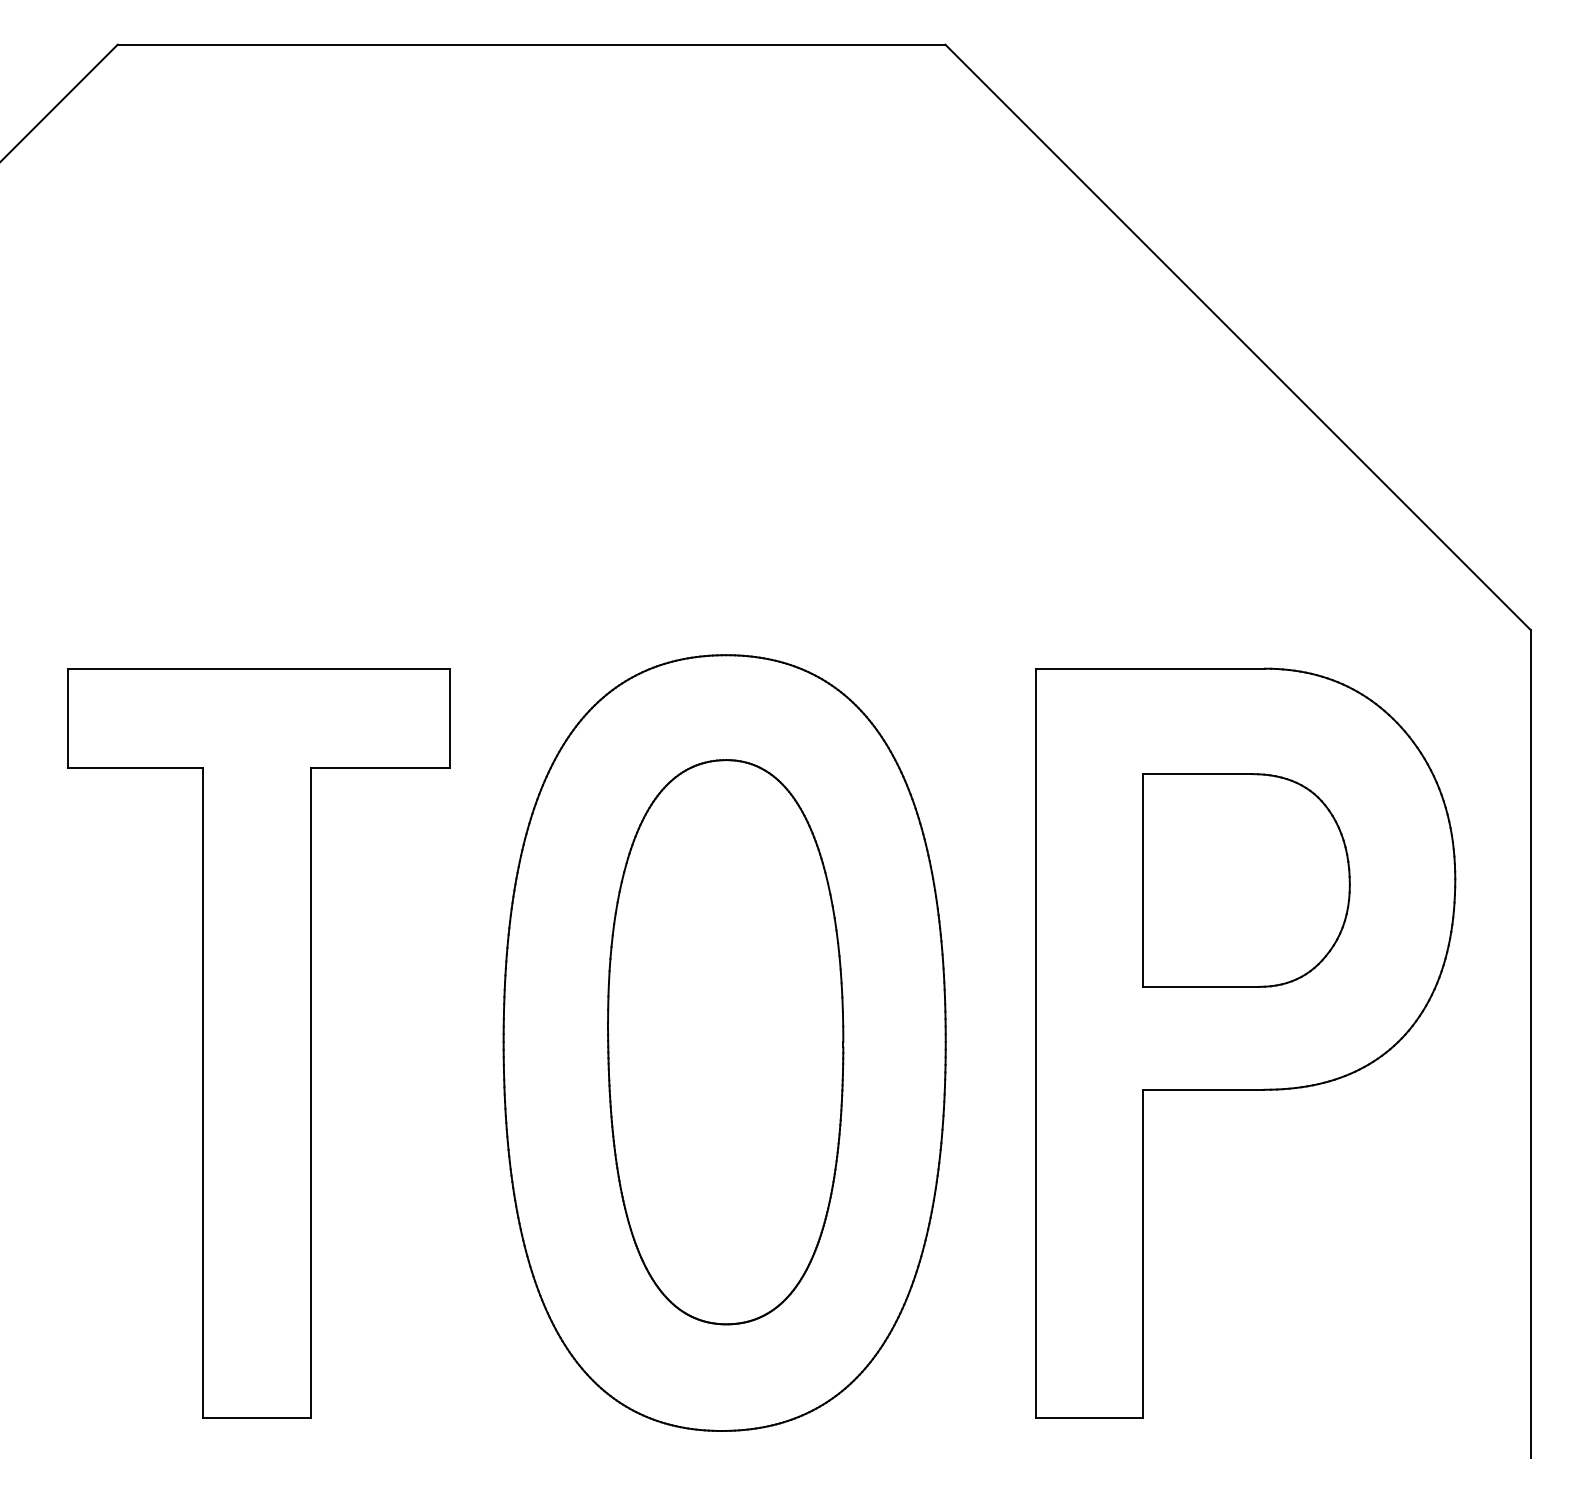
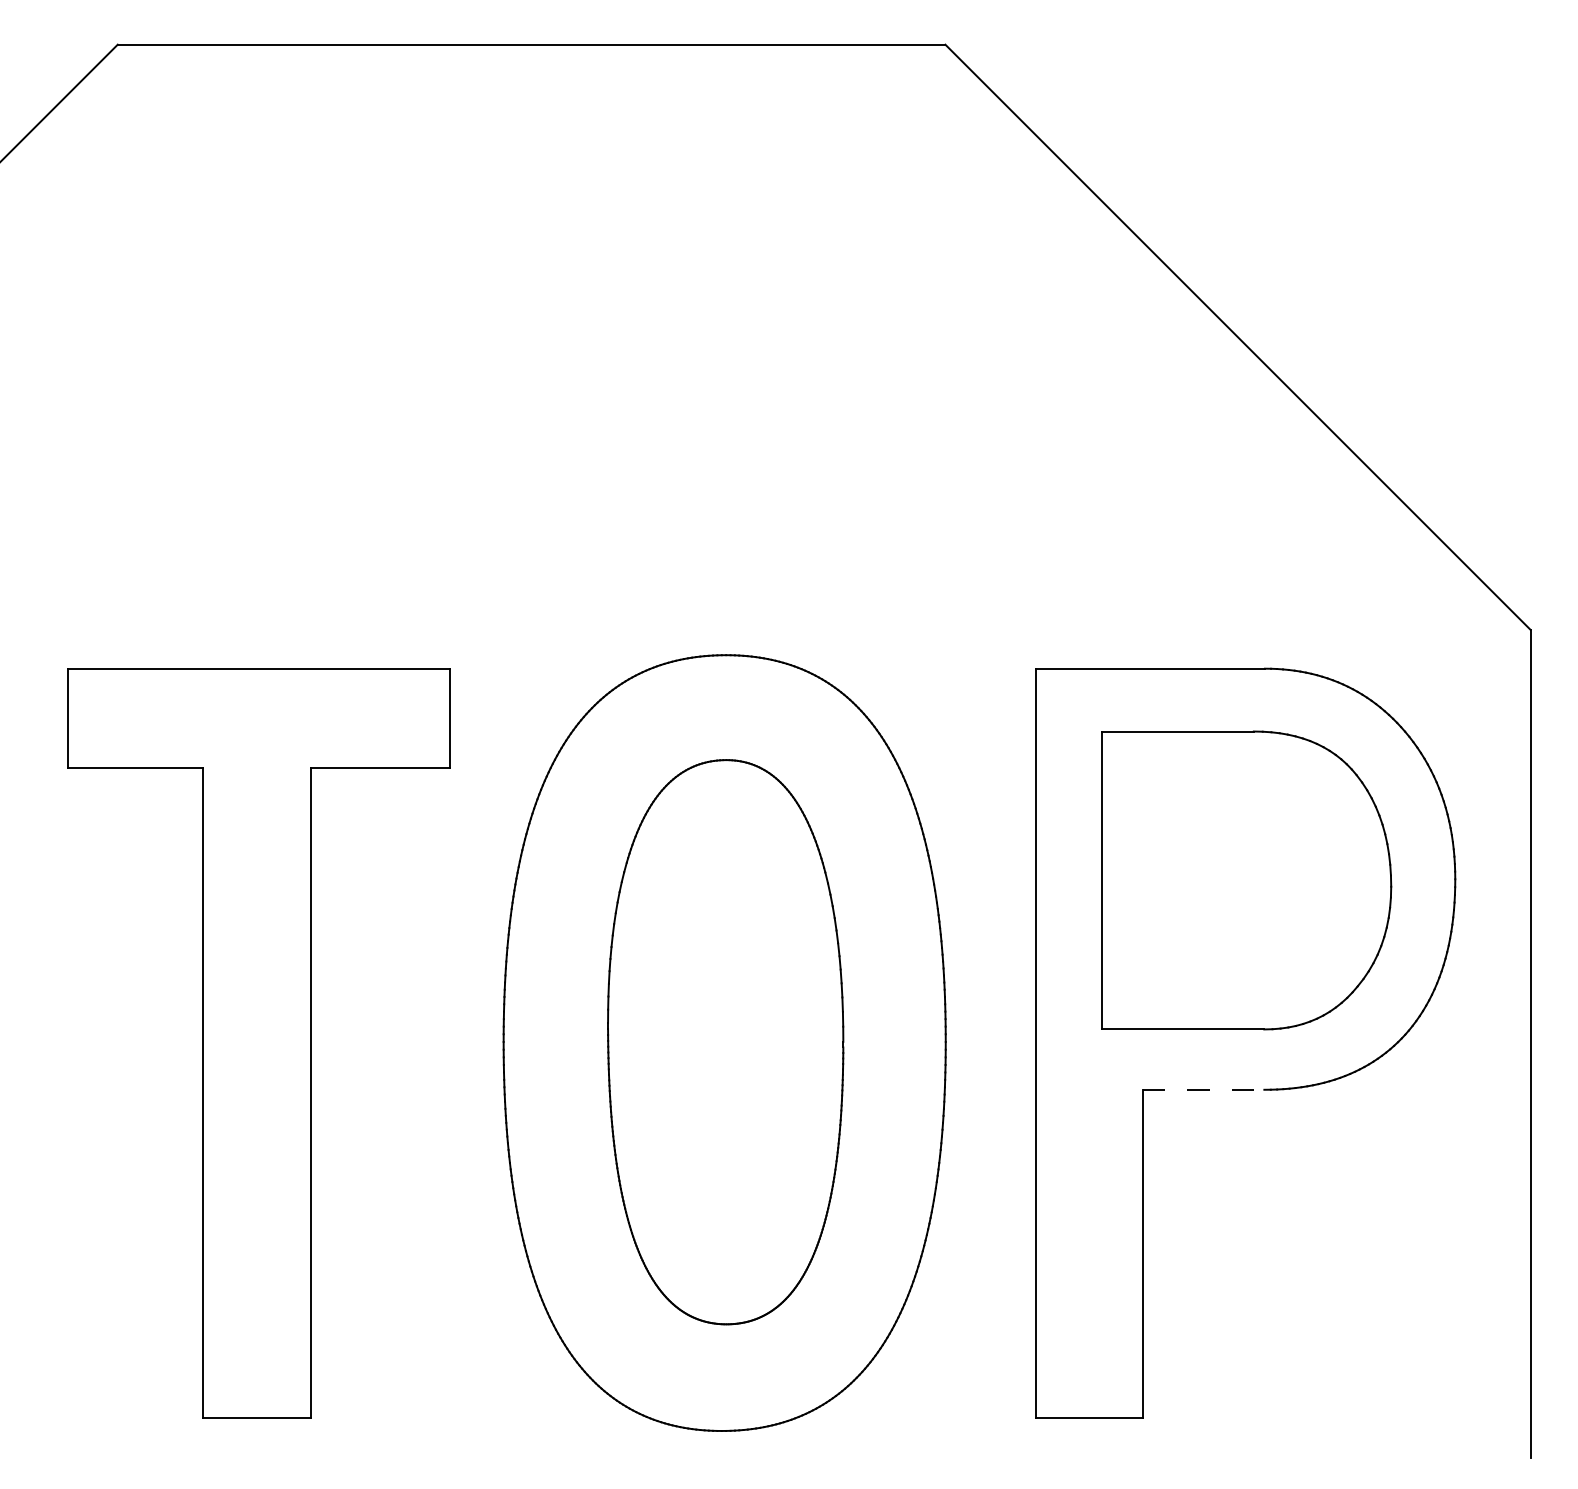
part at (1246, 880) size: 209x215 px -> 292x301 px
line at (1203, 1089): solid -> dashed
